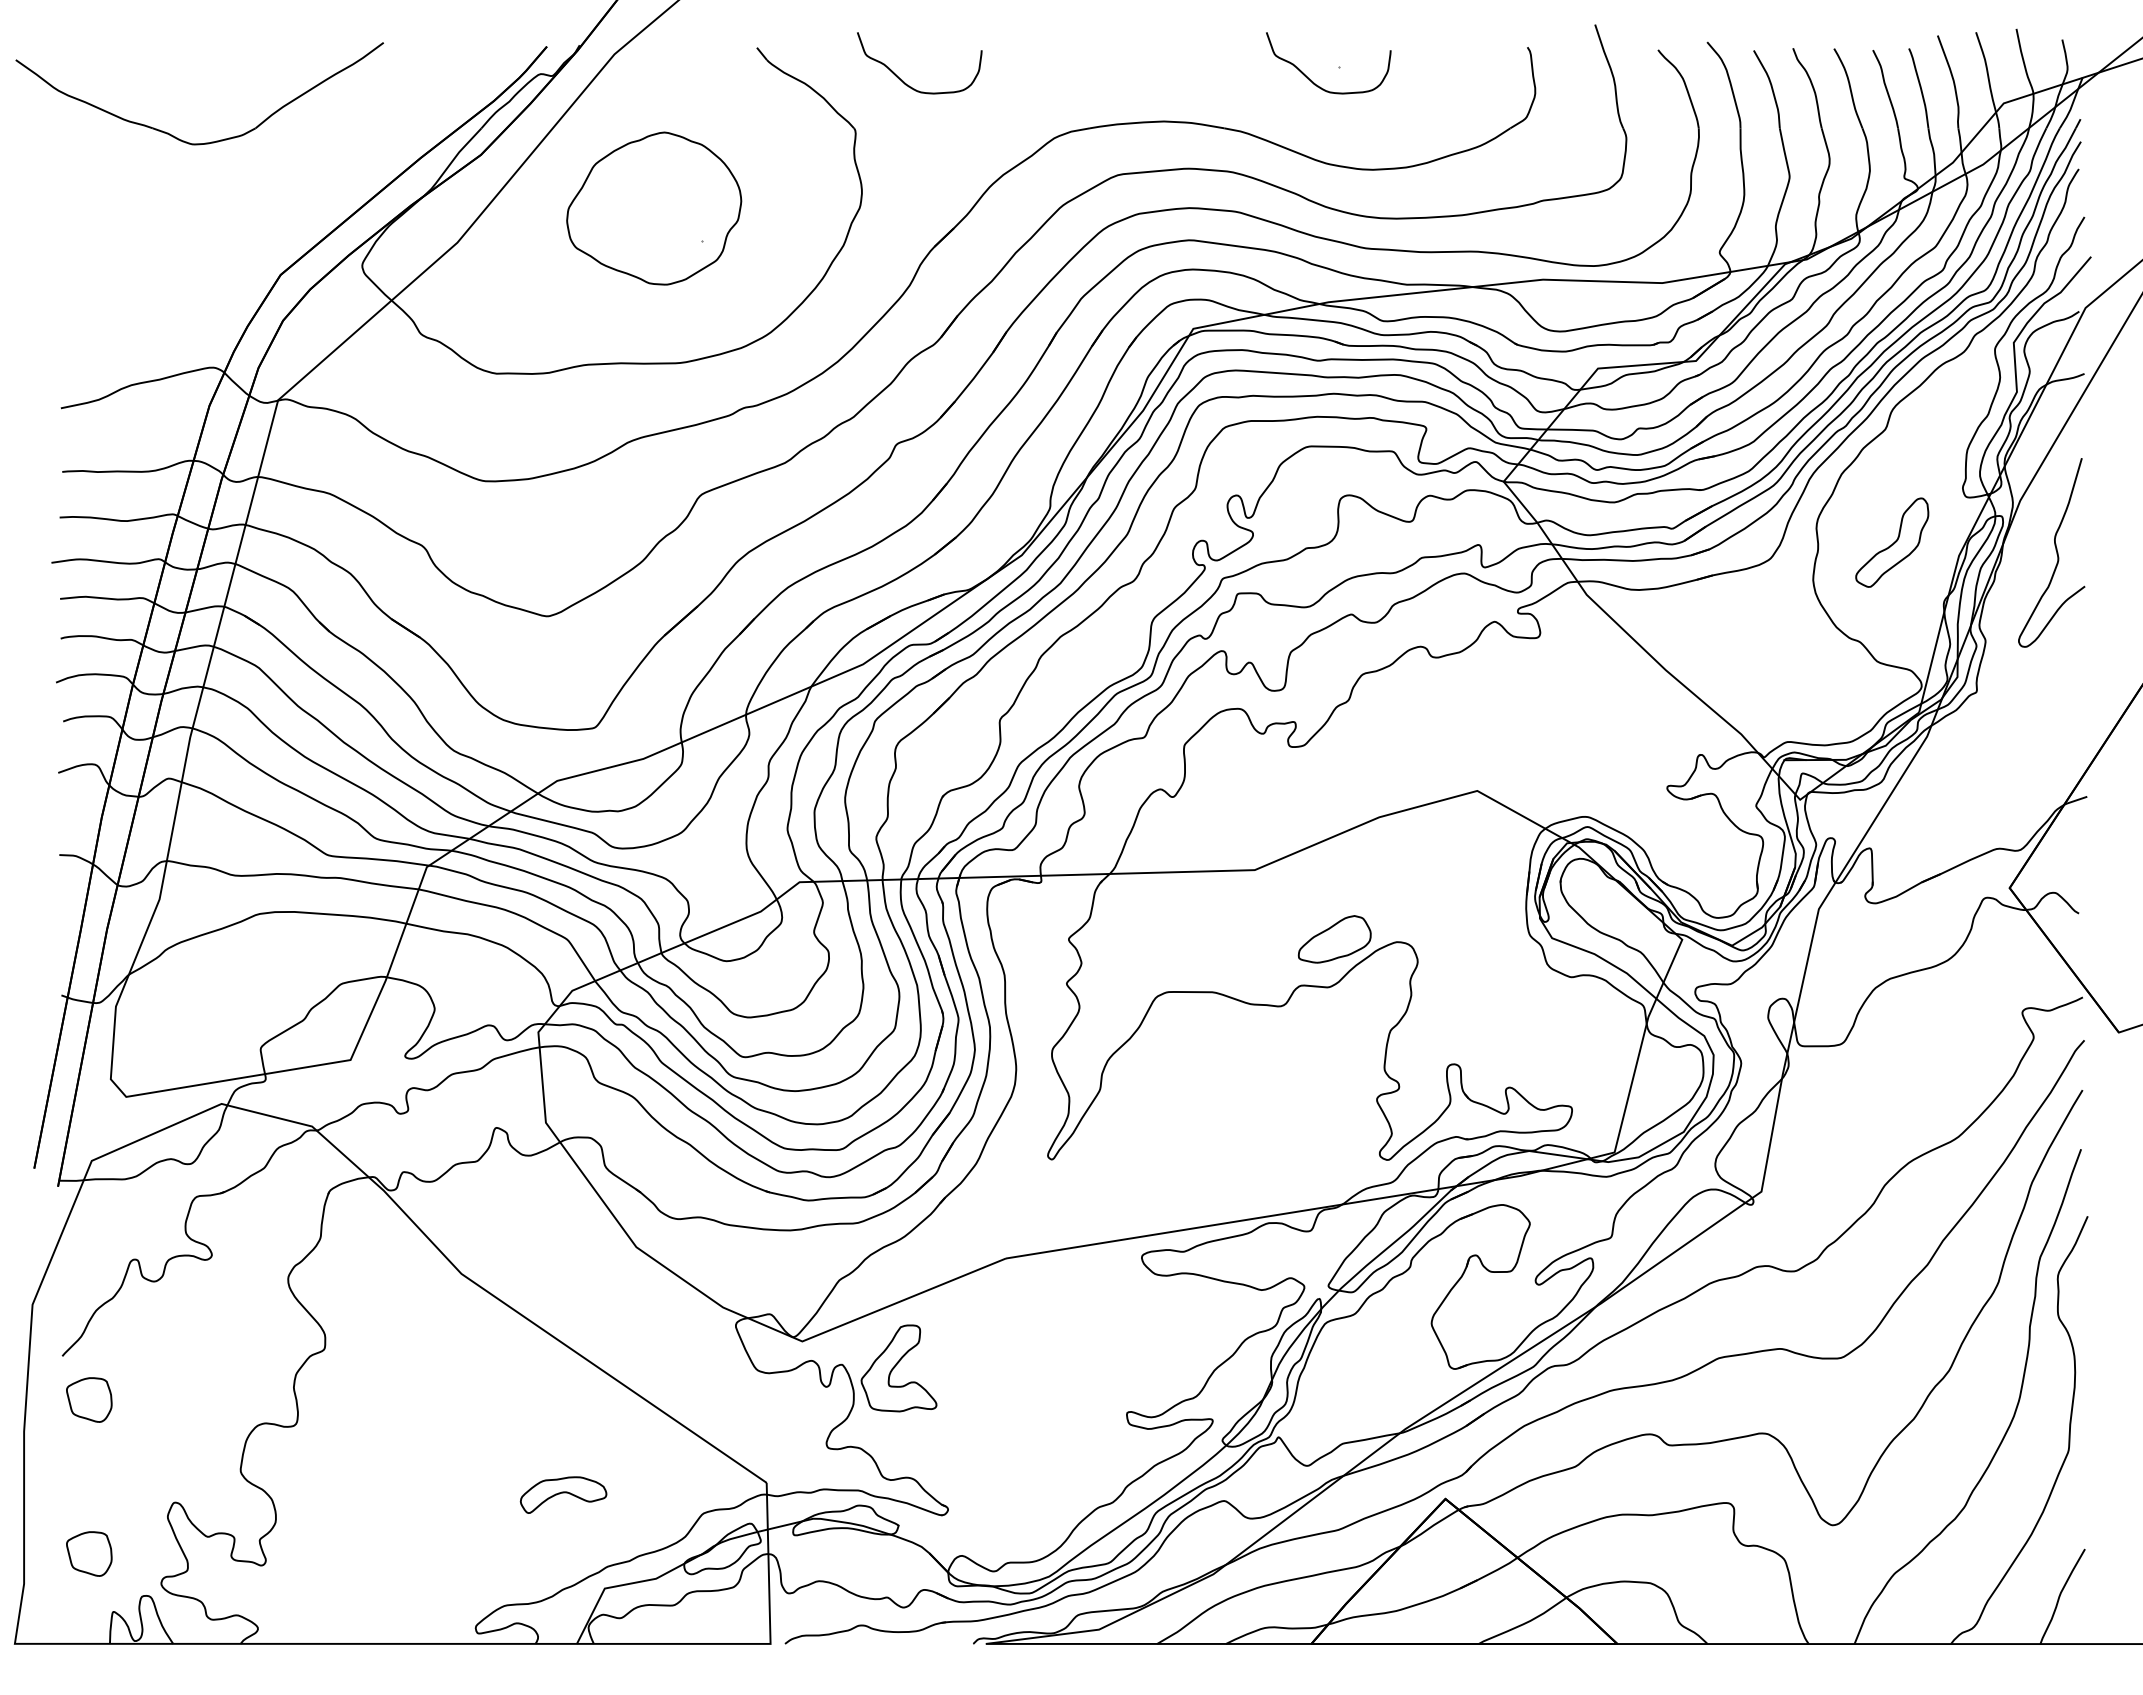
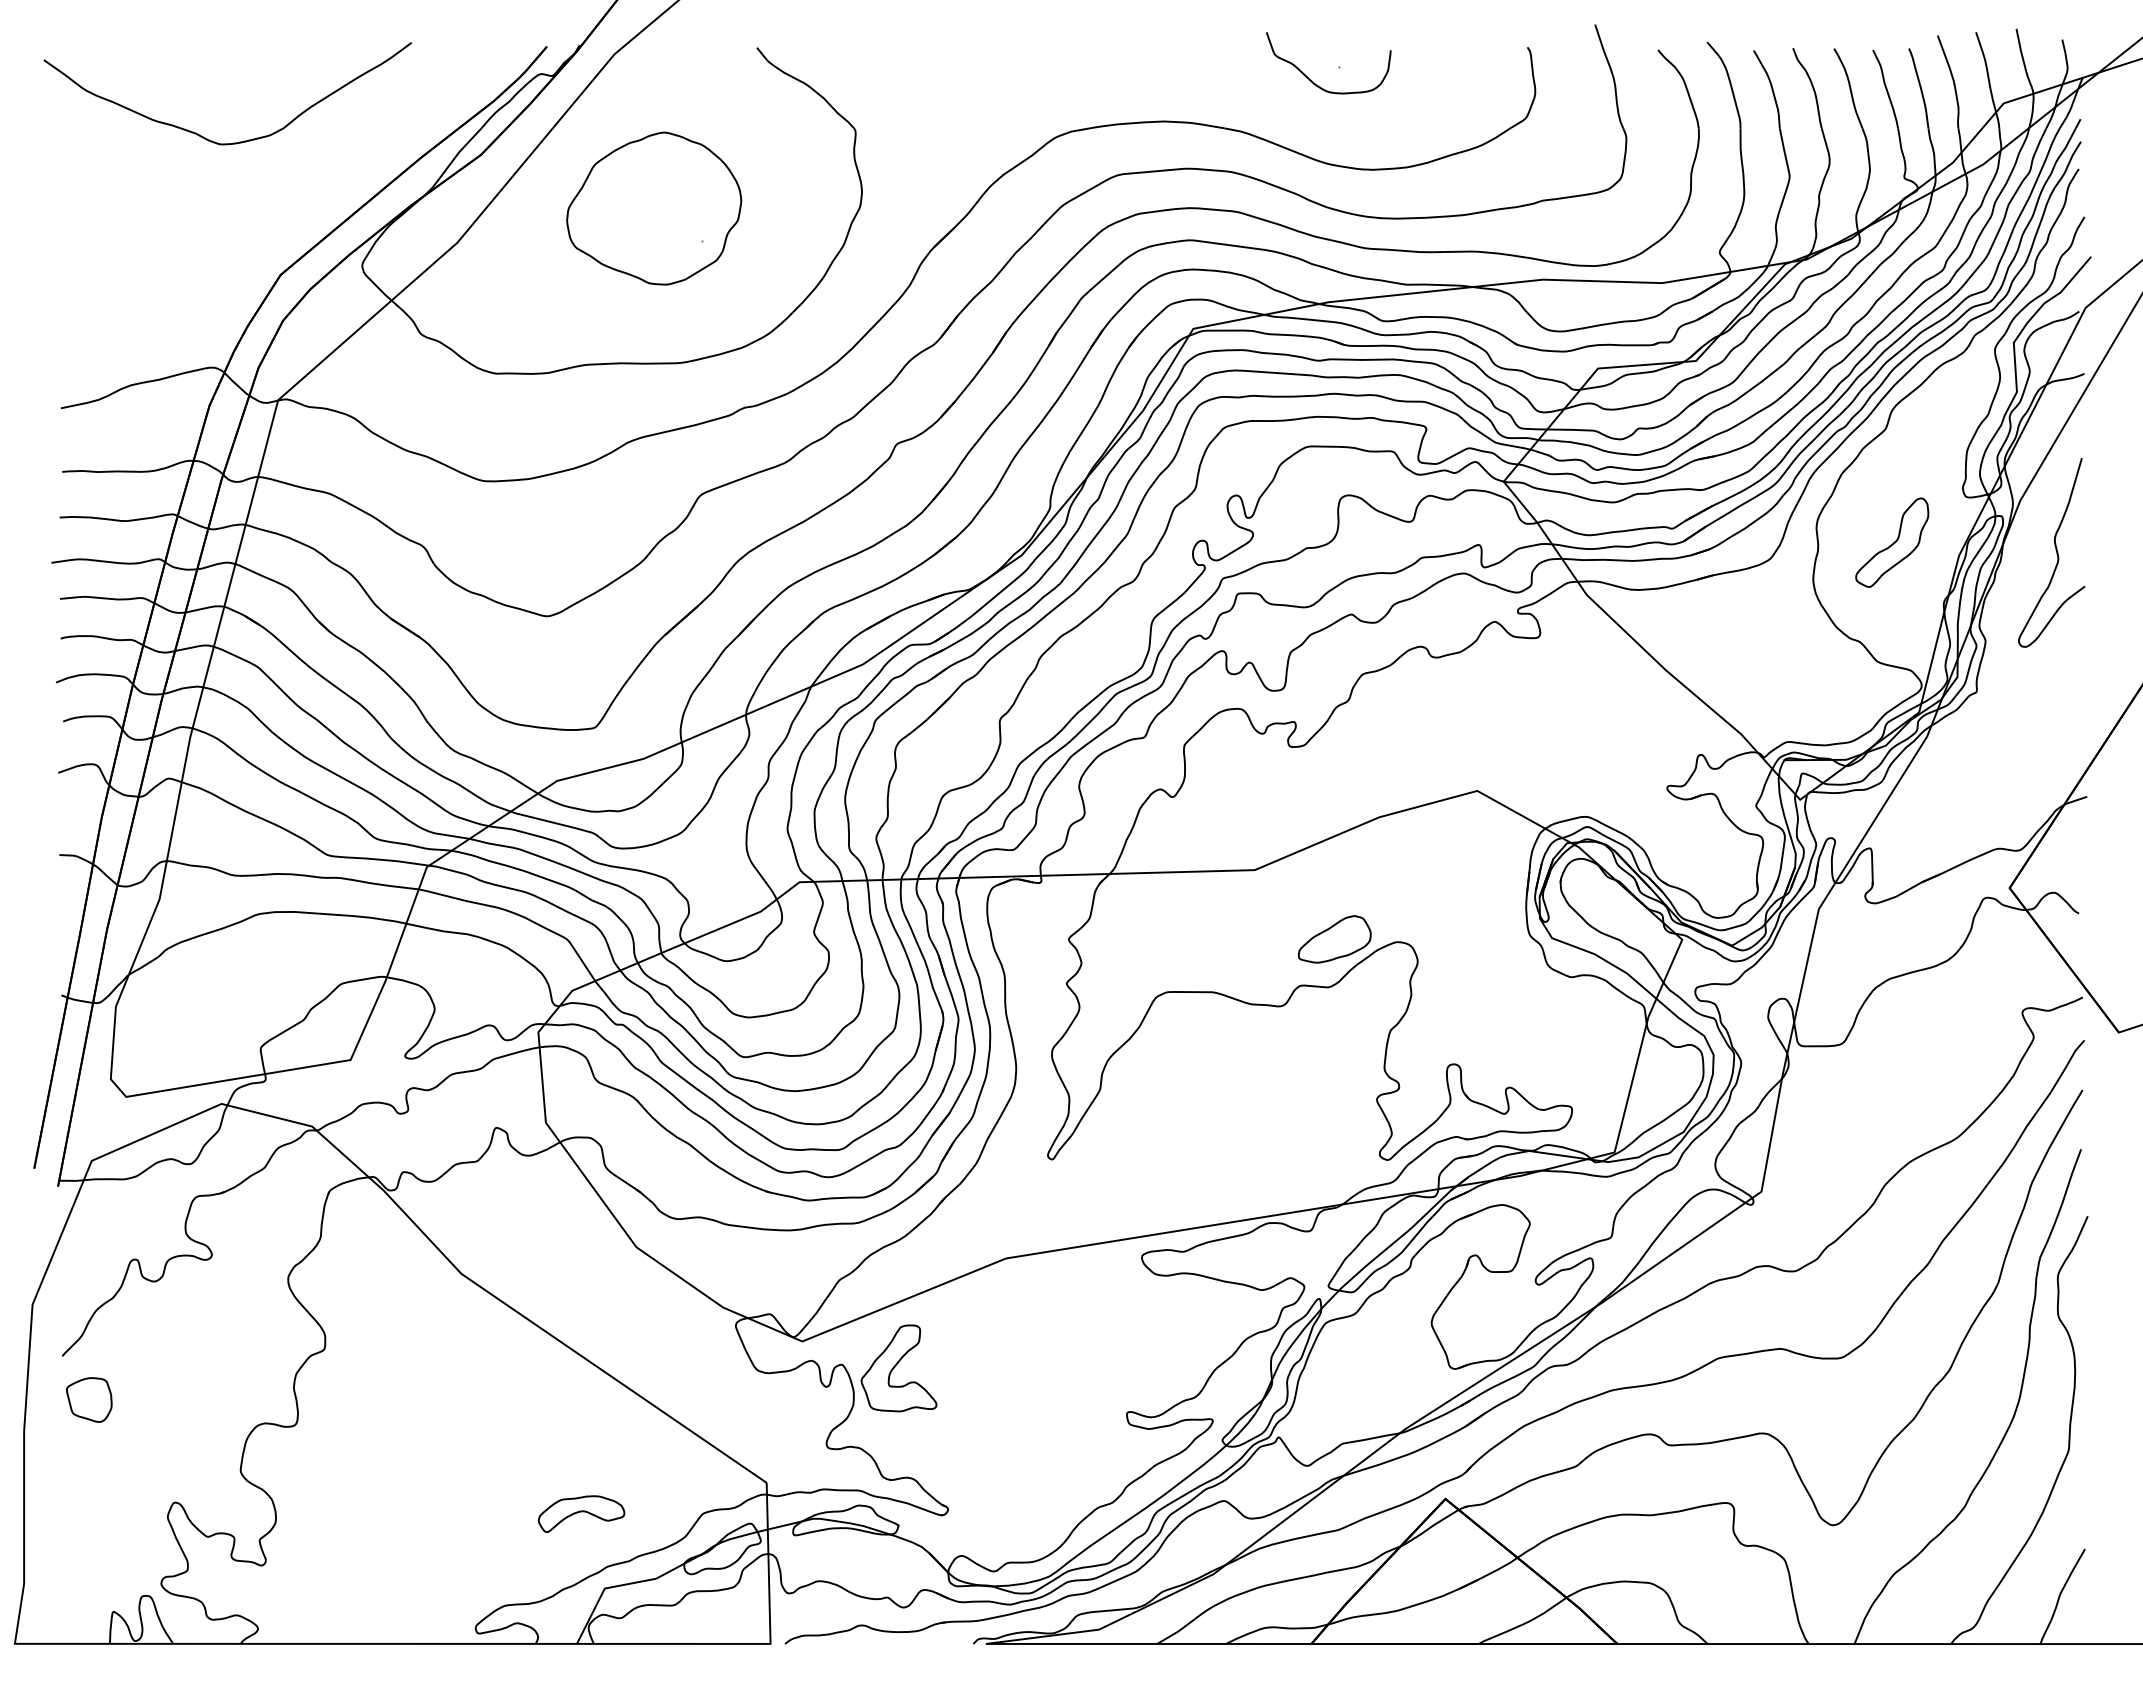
curve at (903, 80): present -> none
part at (177, 137) position: (177, 137) -> (205, 137)
part at (563, 1494) position: (563, 1494) -> (581, 1513)
part at (89, 1553): present -> none
